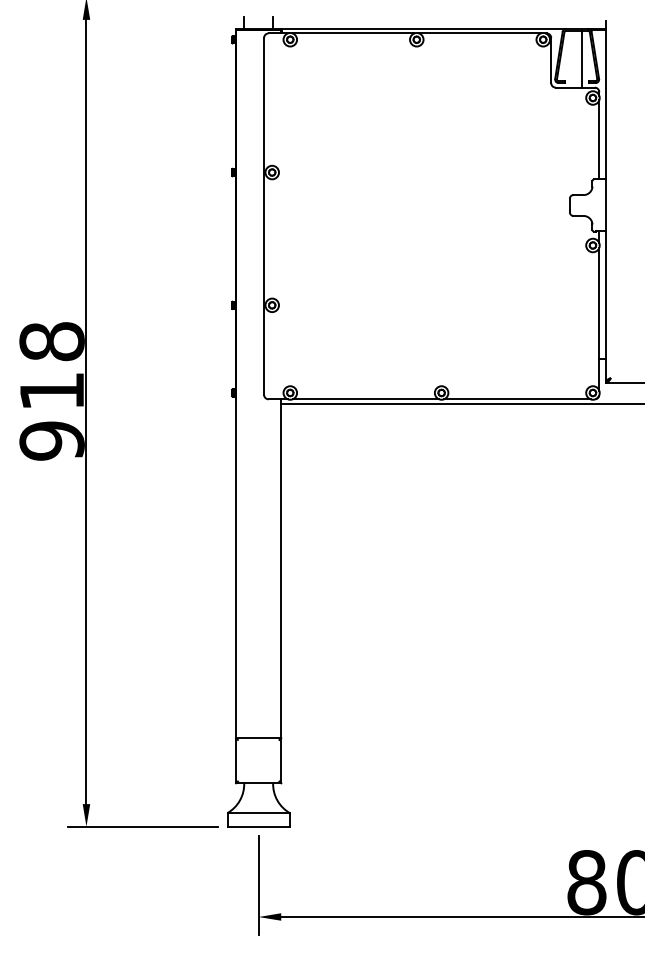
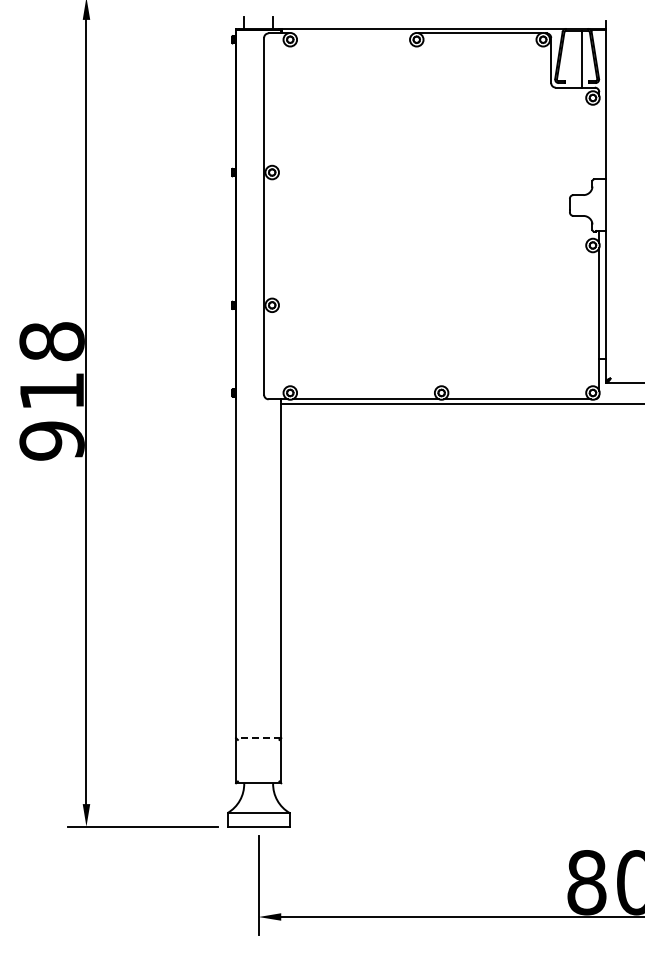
line at (353, 33): present -> none
line at (599, 139): present -> none
line at (258, 738): solid -> dashed
